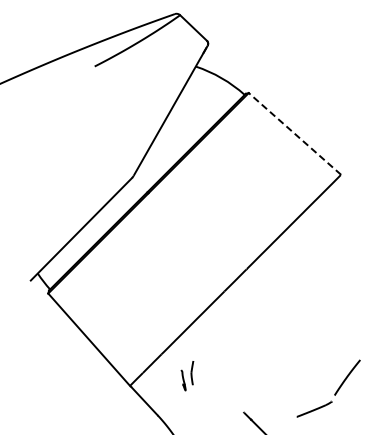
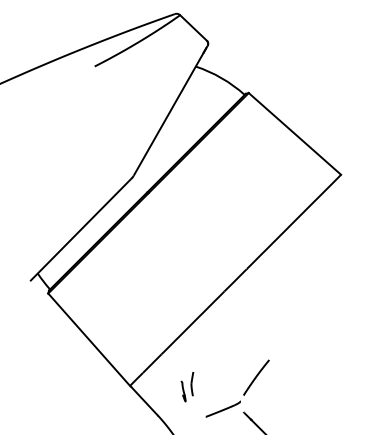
line at (294, 133): dashed -> solid
part at (187, 376) position: (187, 376) -> (187, 387)
part at (334, 393) position: (334, 393) -> (243, 393)
